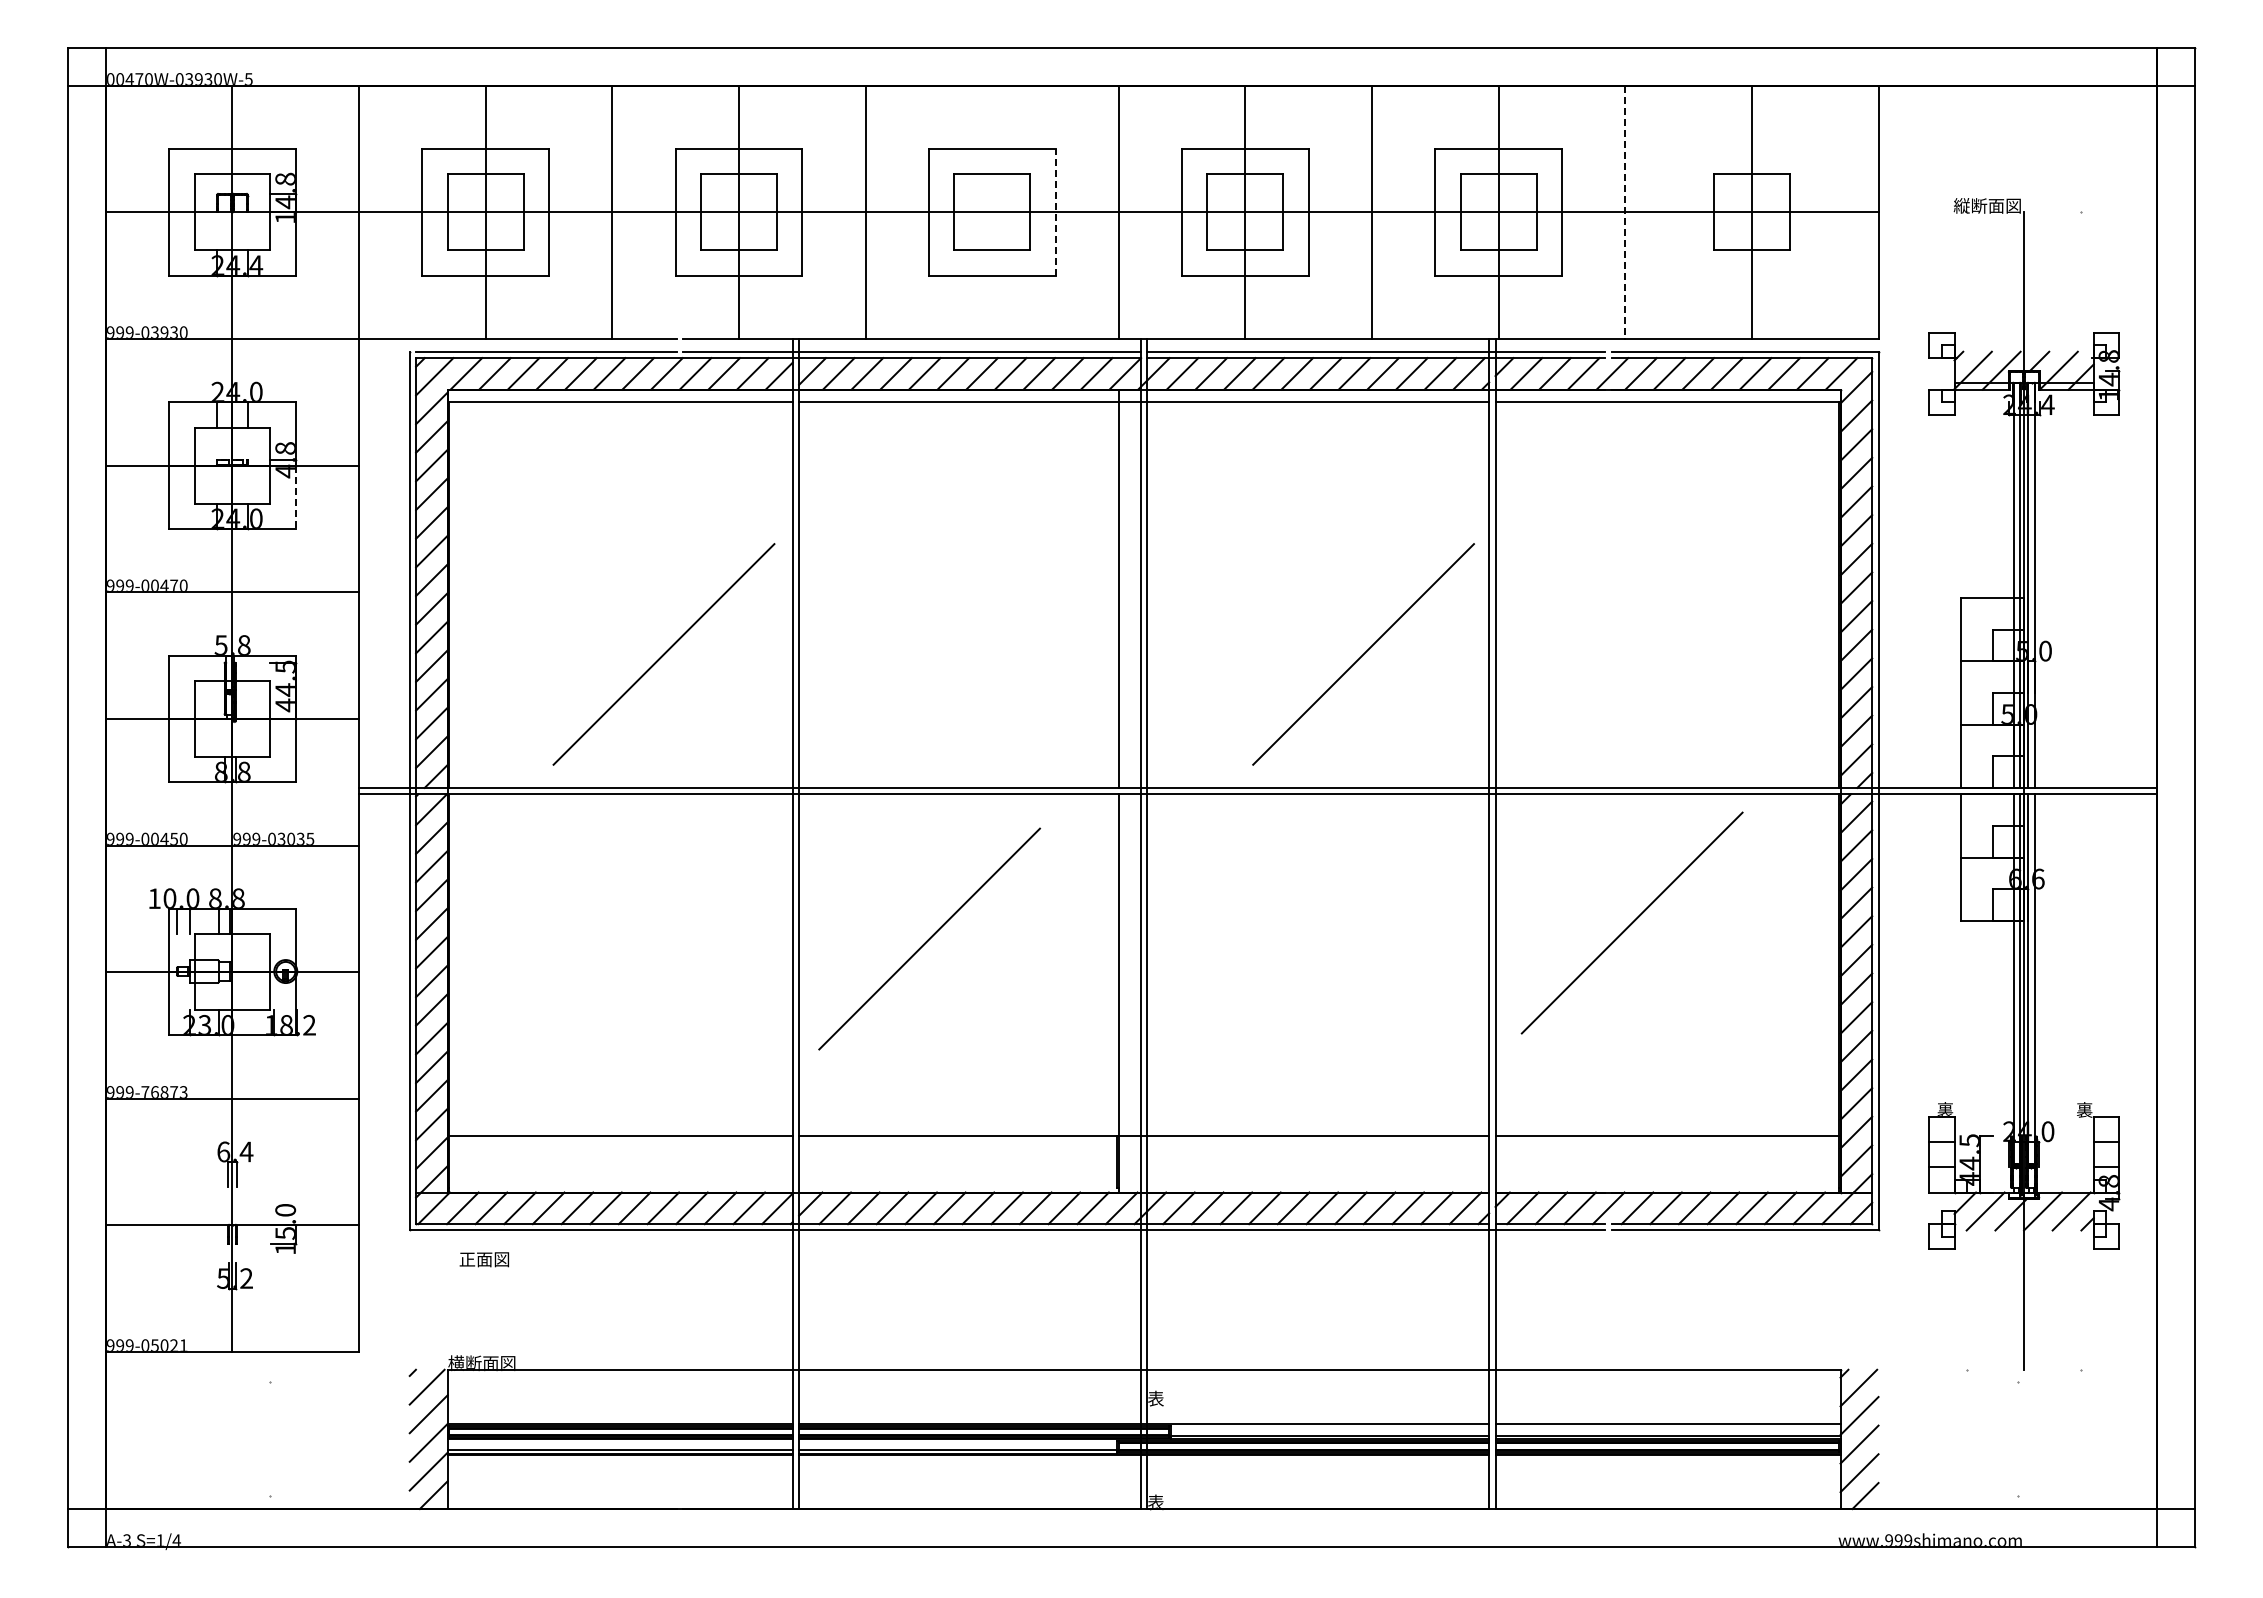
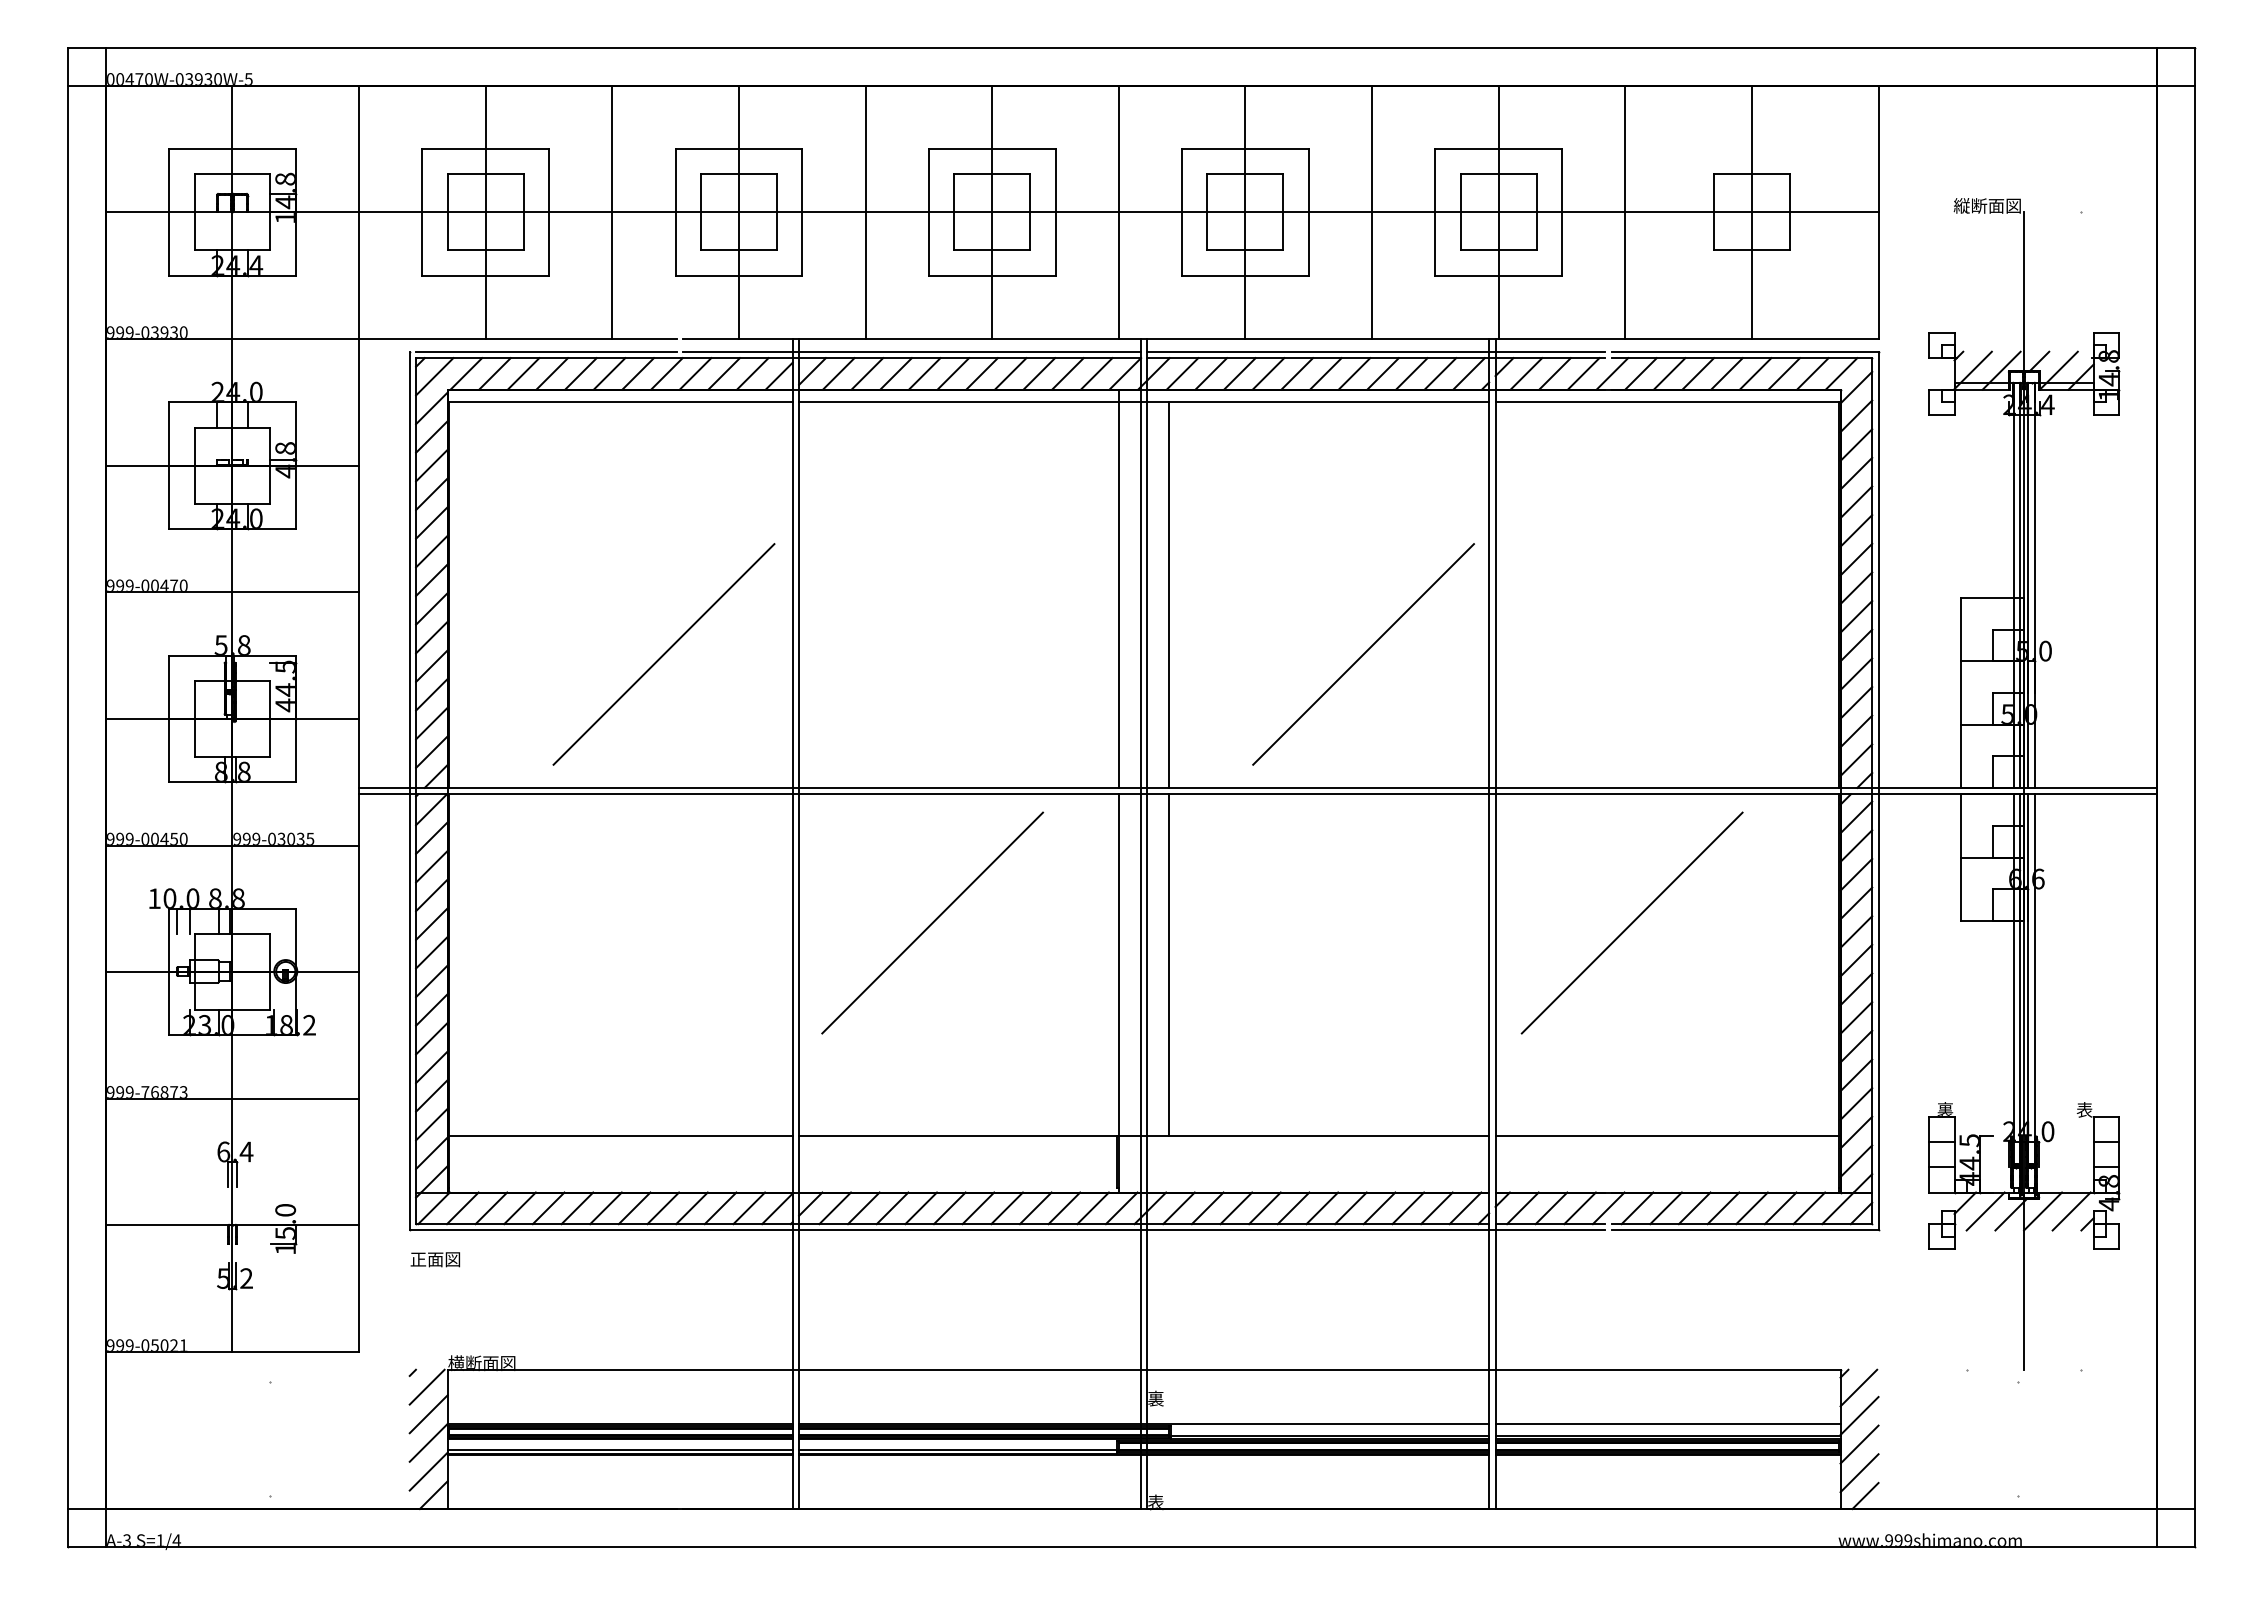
line at (1055, 211): dashed -> solid
line at (992, 212): none -> present
line at (1625, 212): dashed -> solid
line at (295, 497): dashed -> solid
line at (1169, 594): none -> present
line at (929, 938) position: (929, 938) -> (932, 922)
line at (1169, 965): none -> present
text at (2084, 1110): 裏 -> 表
text at (484, 1259) position: (484, 1259) -> (435, 1259)
text at (1155, 1399): 表 -> 裏
